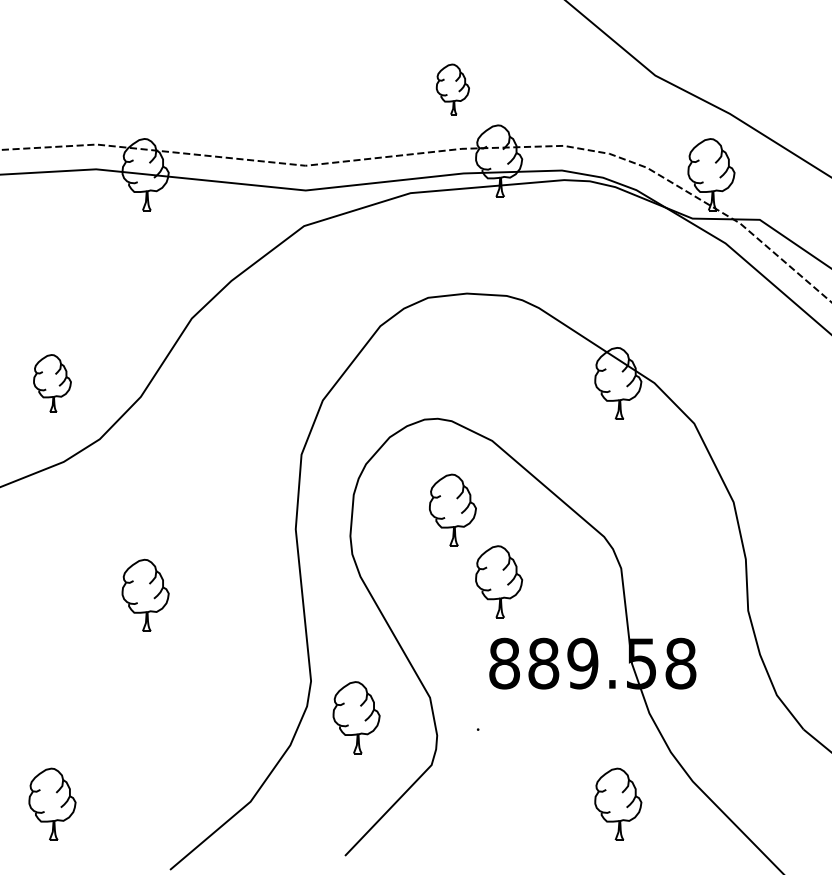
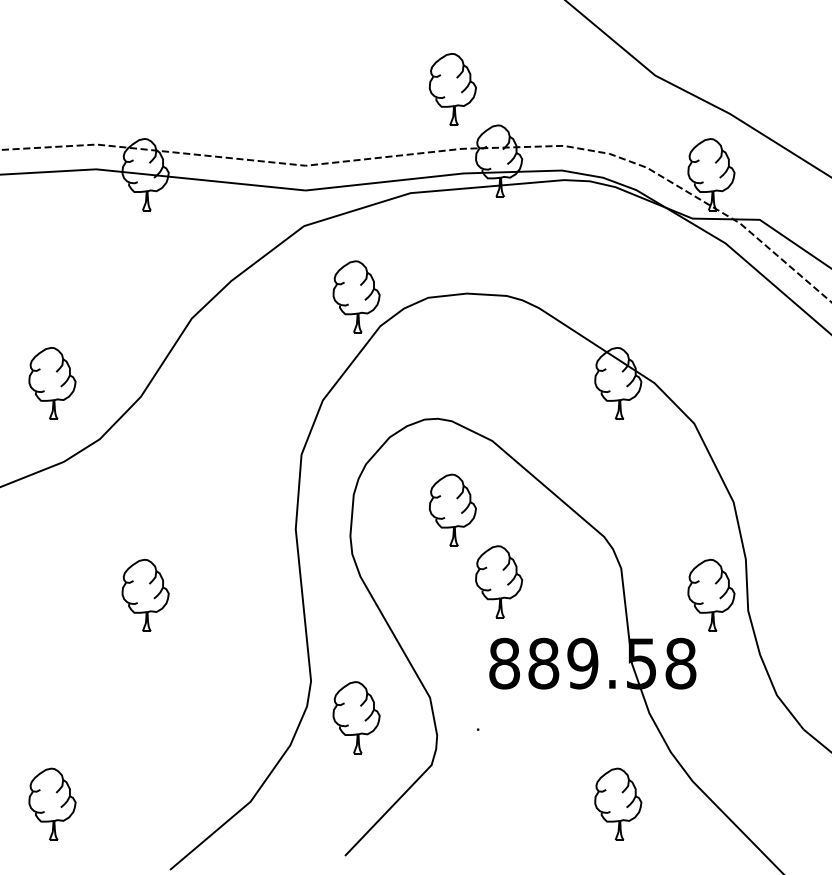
part at (452, 89) size: 35x53 px -> 48x73 px
part at (356, 296): none -> present
part at (52, 383) size: 39x59 px -> 49x73 px
part at (711, 594): none -> present
